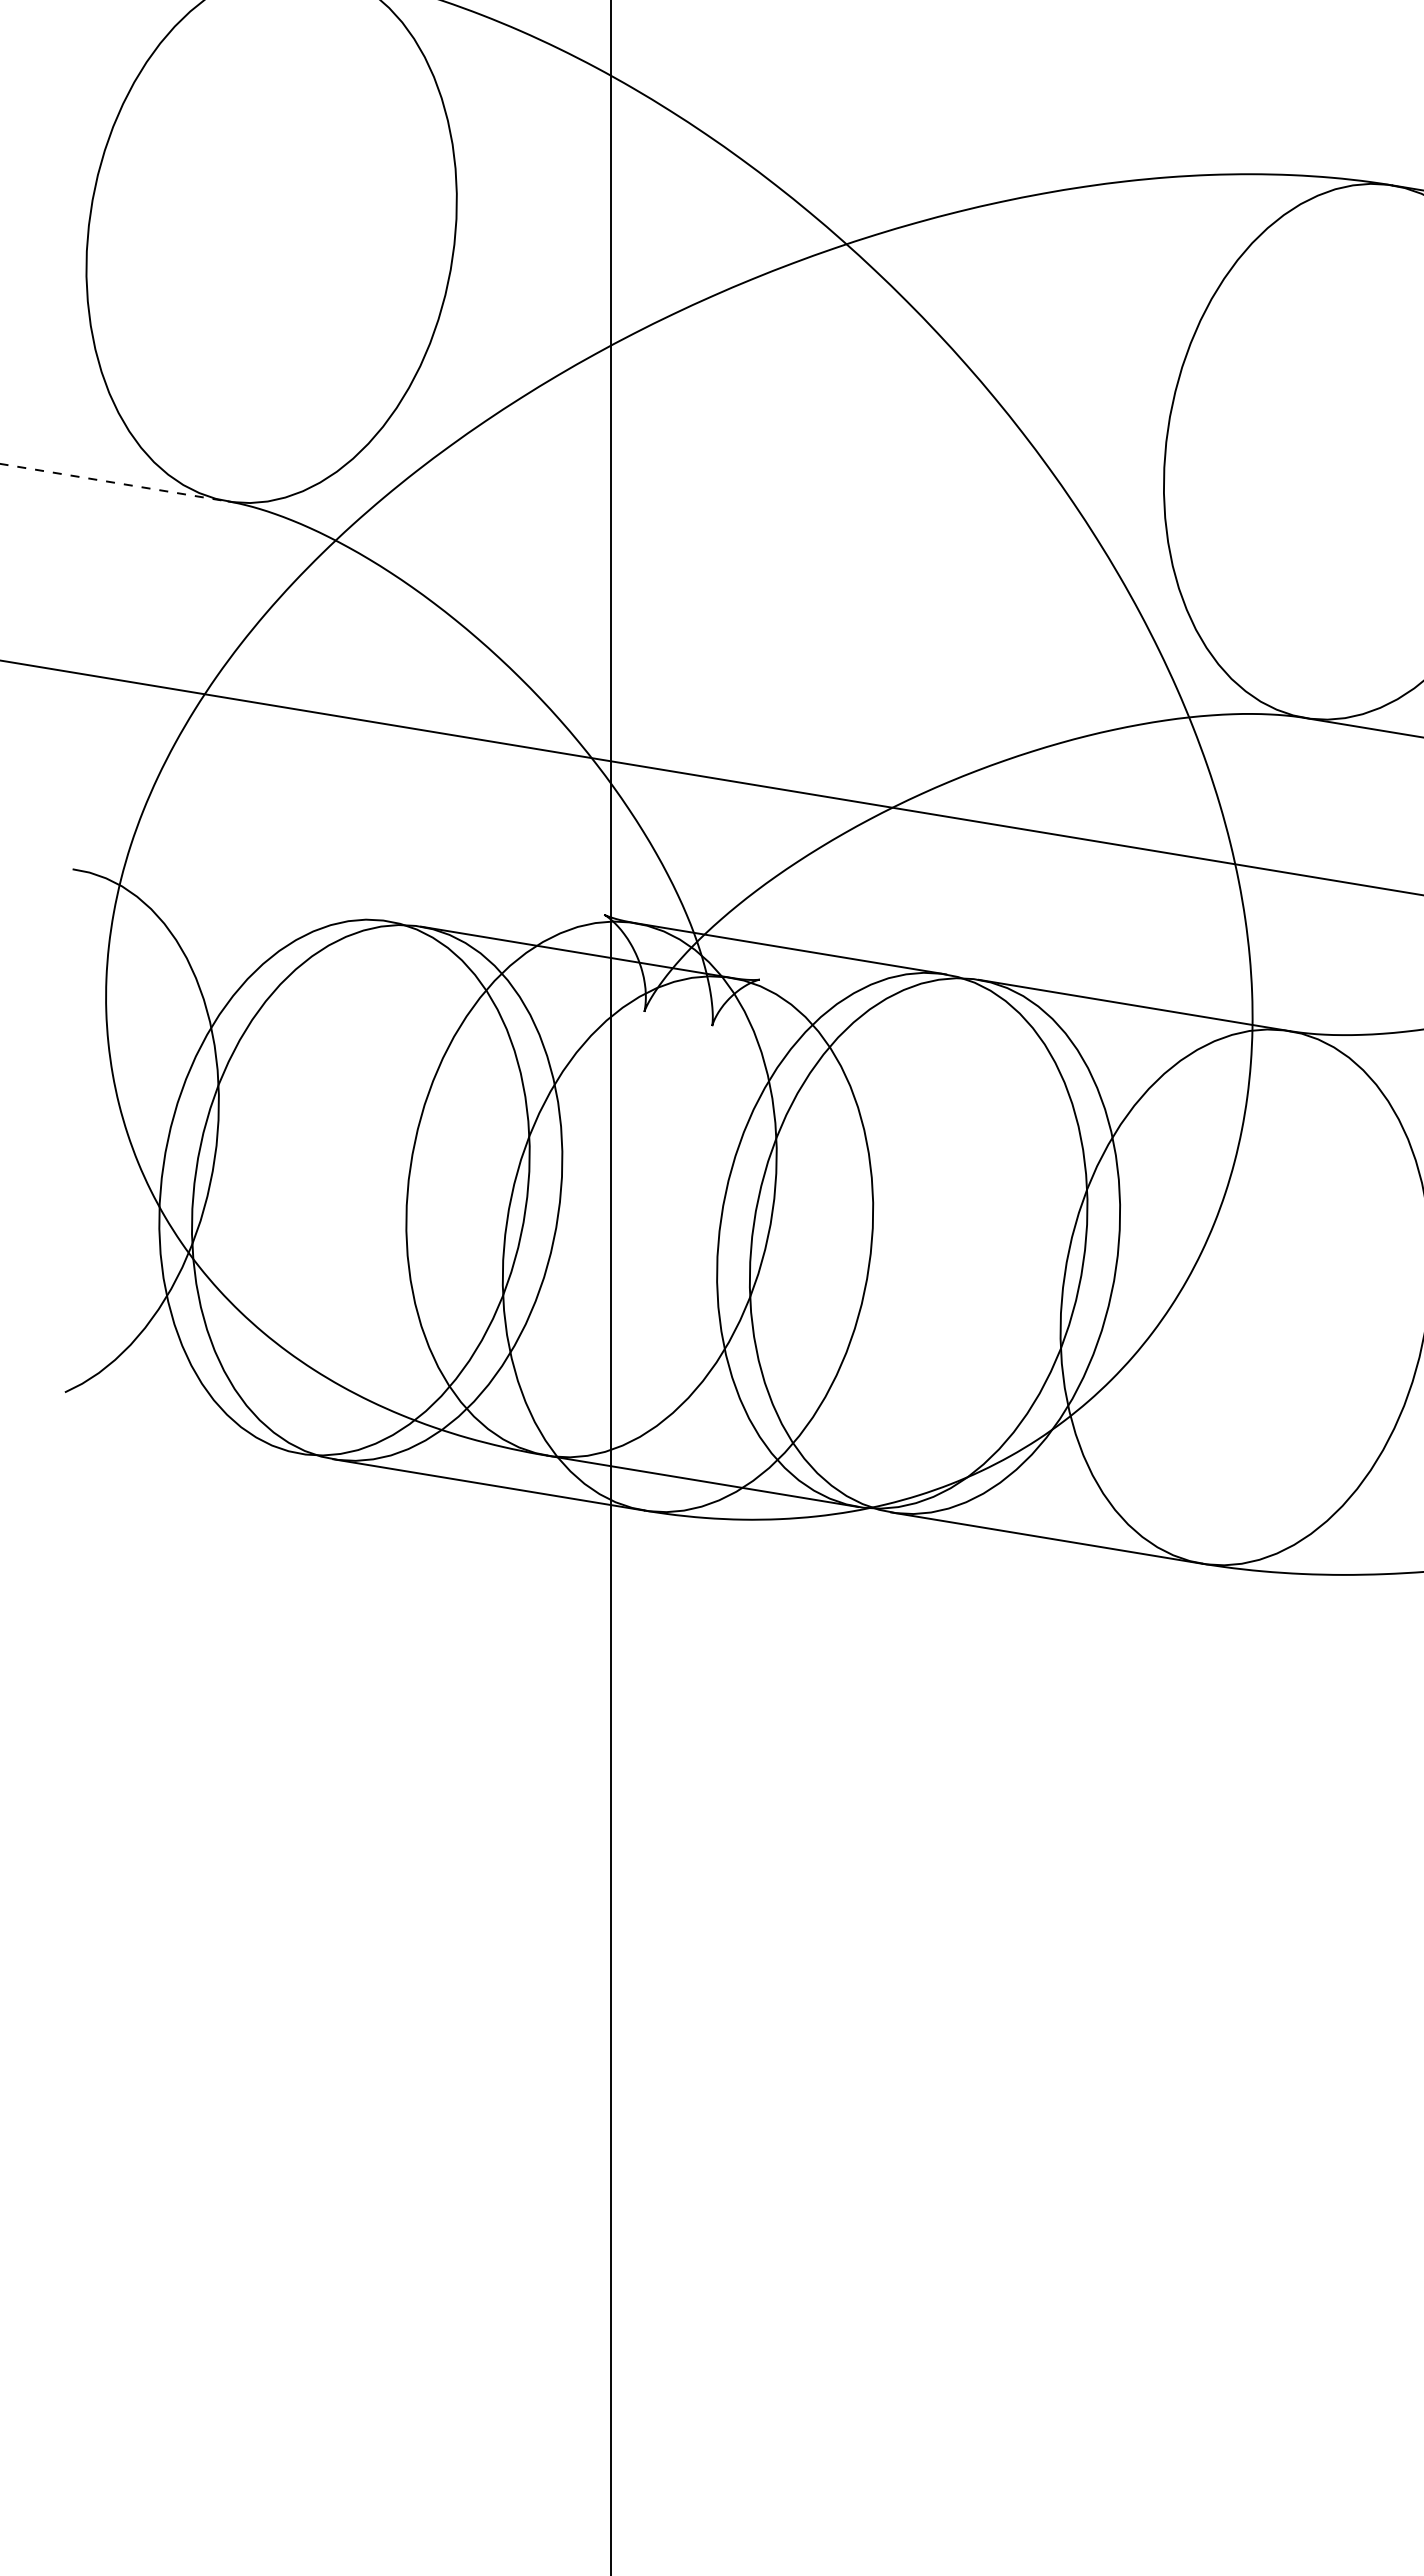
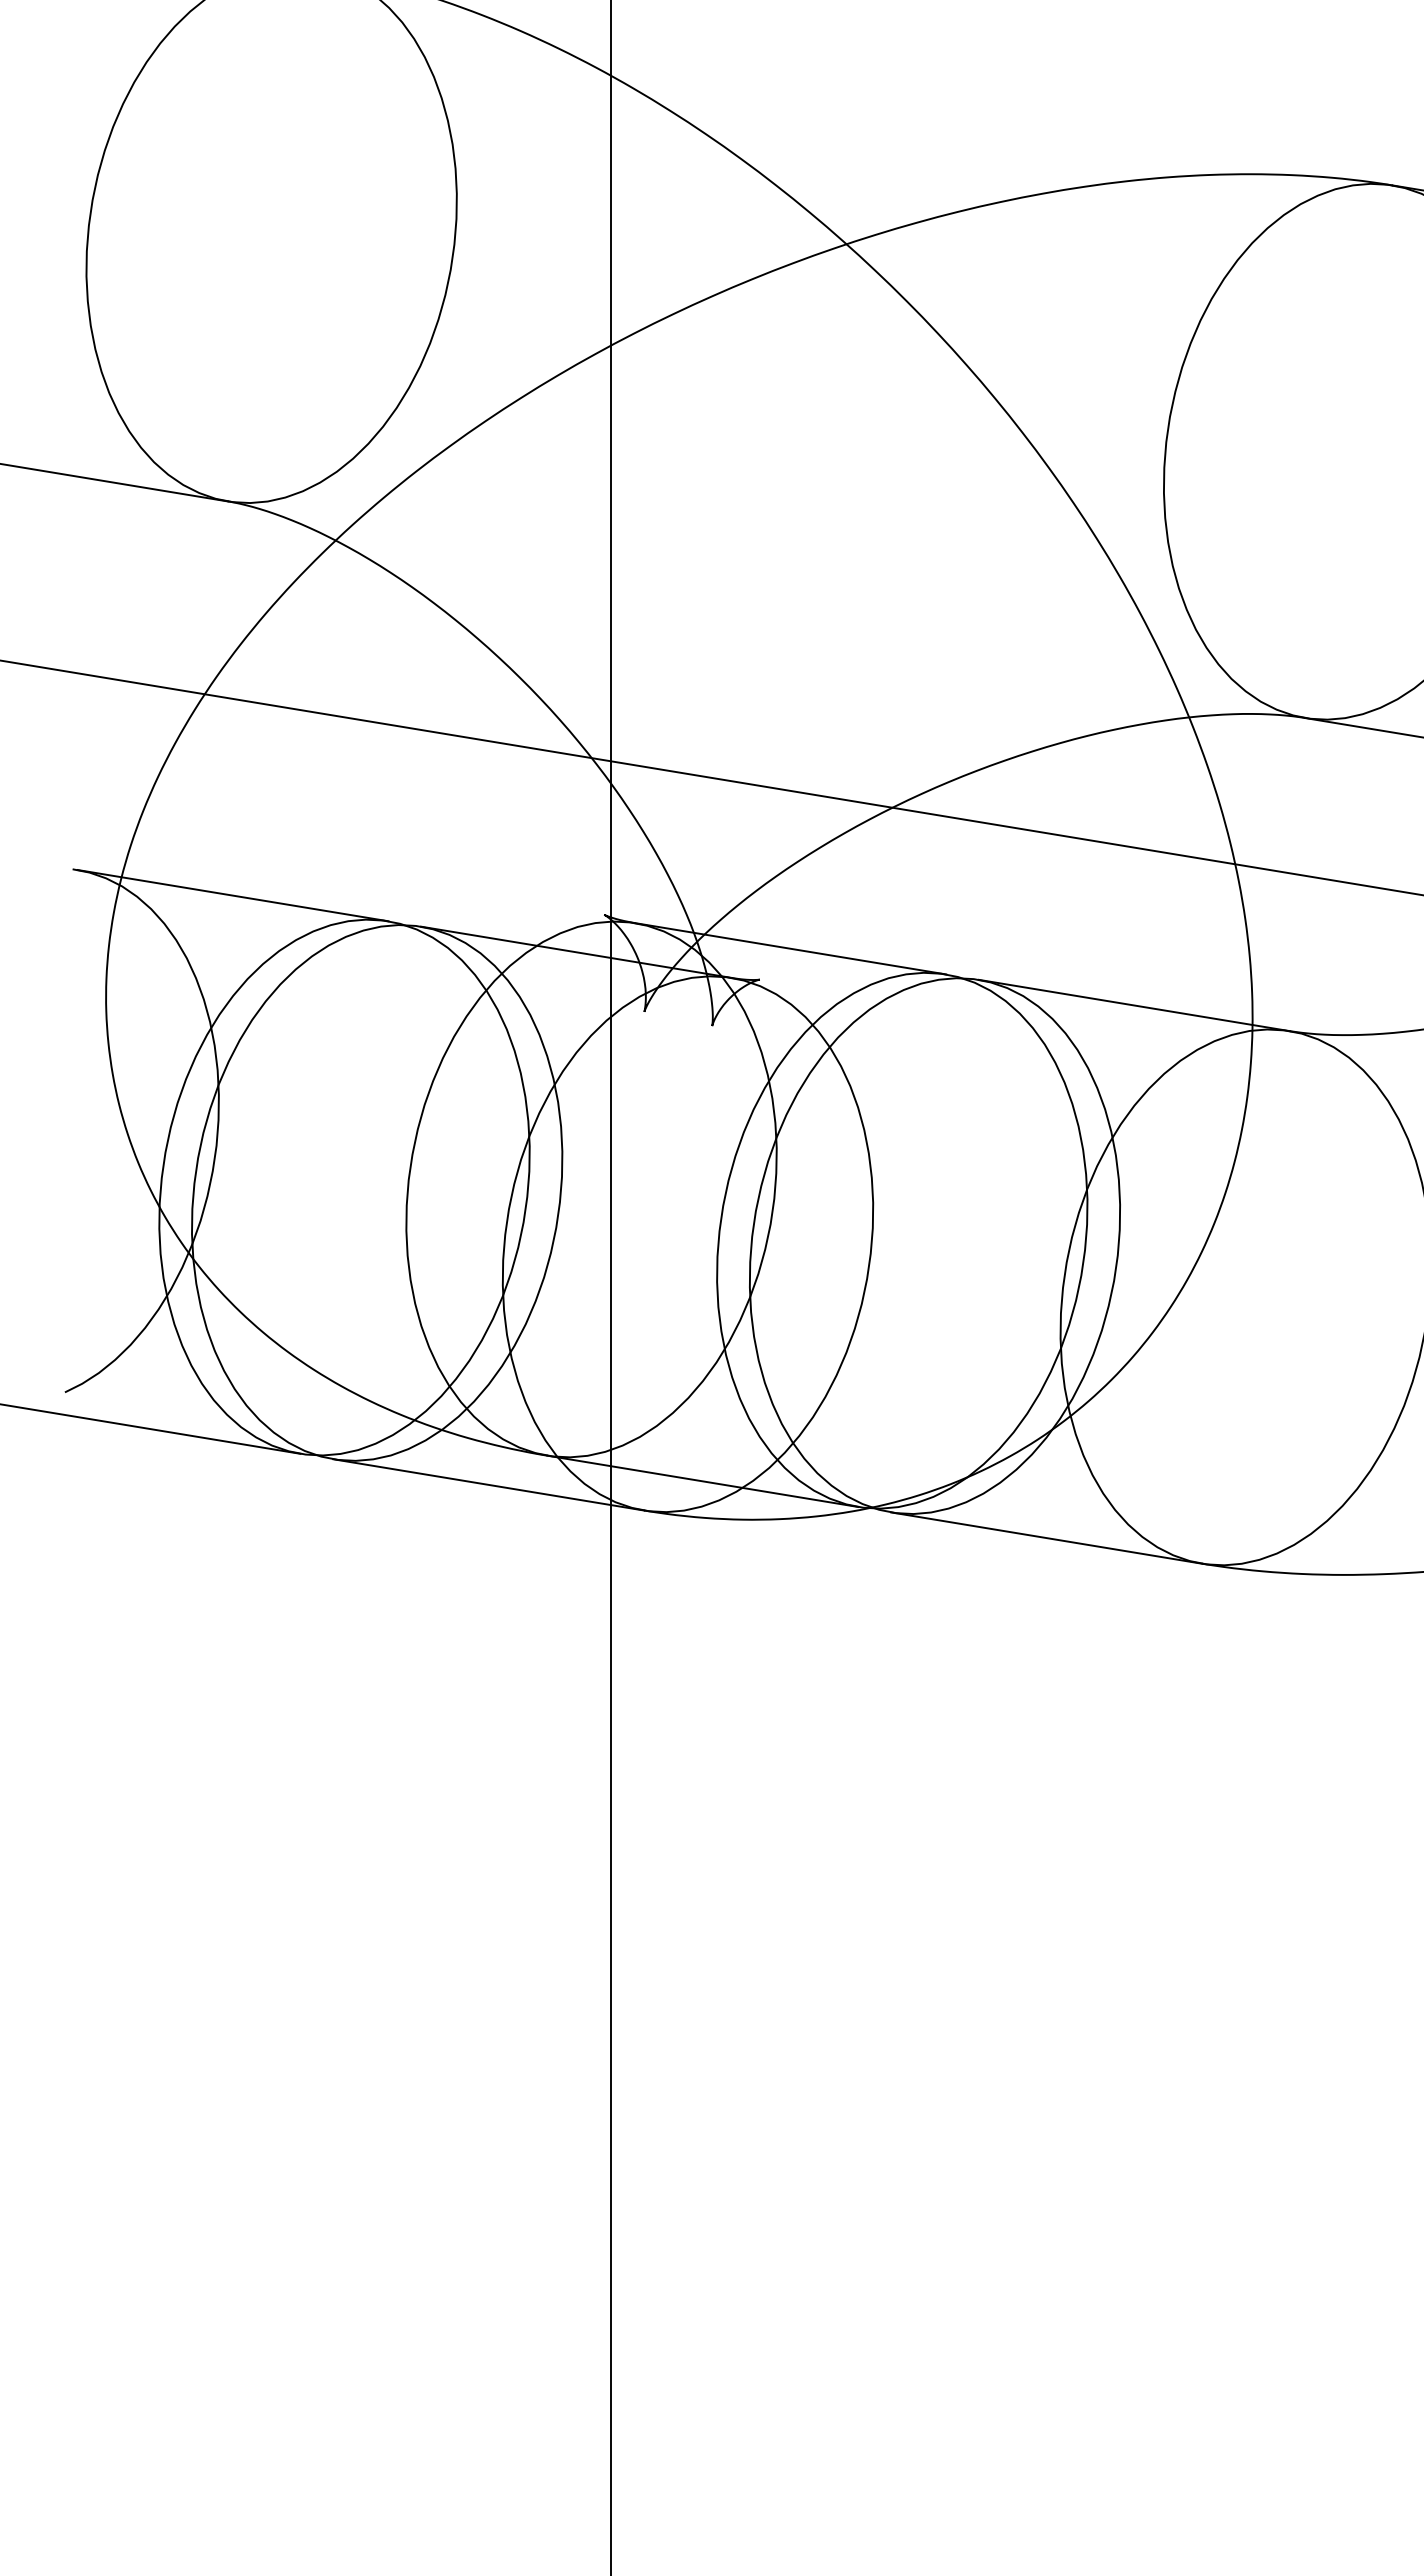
line at (114, 482): dashed -> solid
line at (232, 895): none -> present
line at (151, 1428): none -> present
